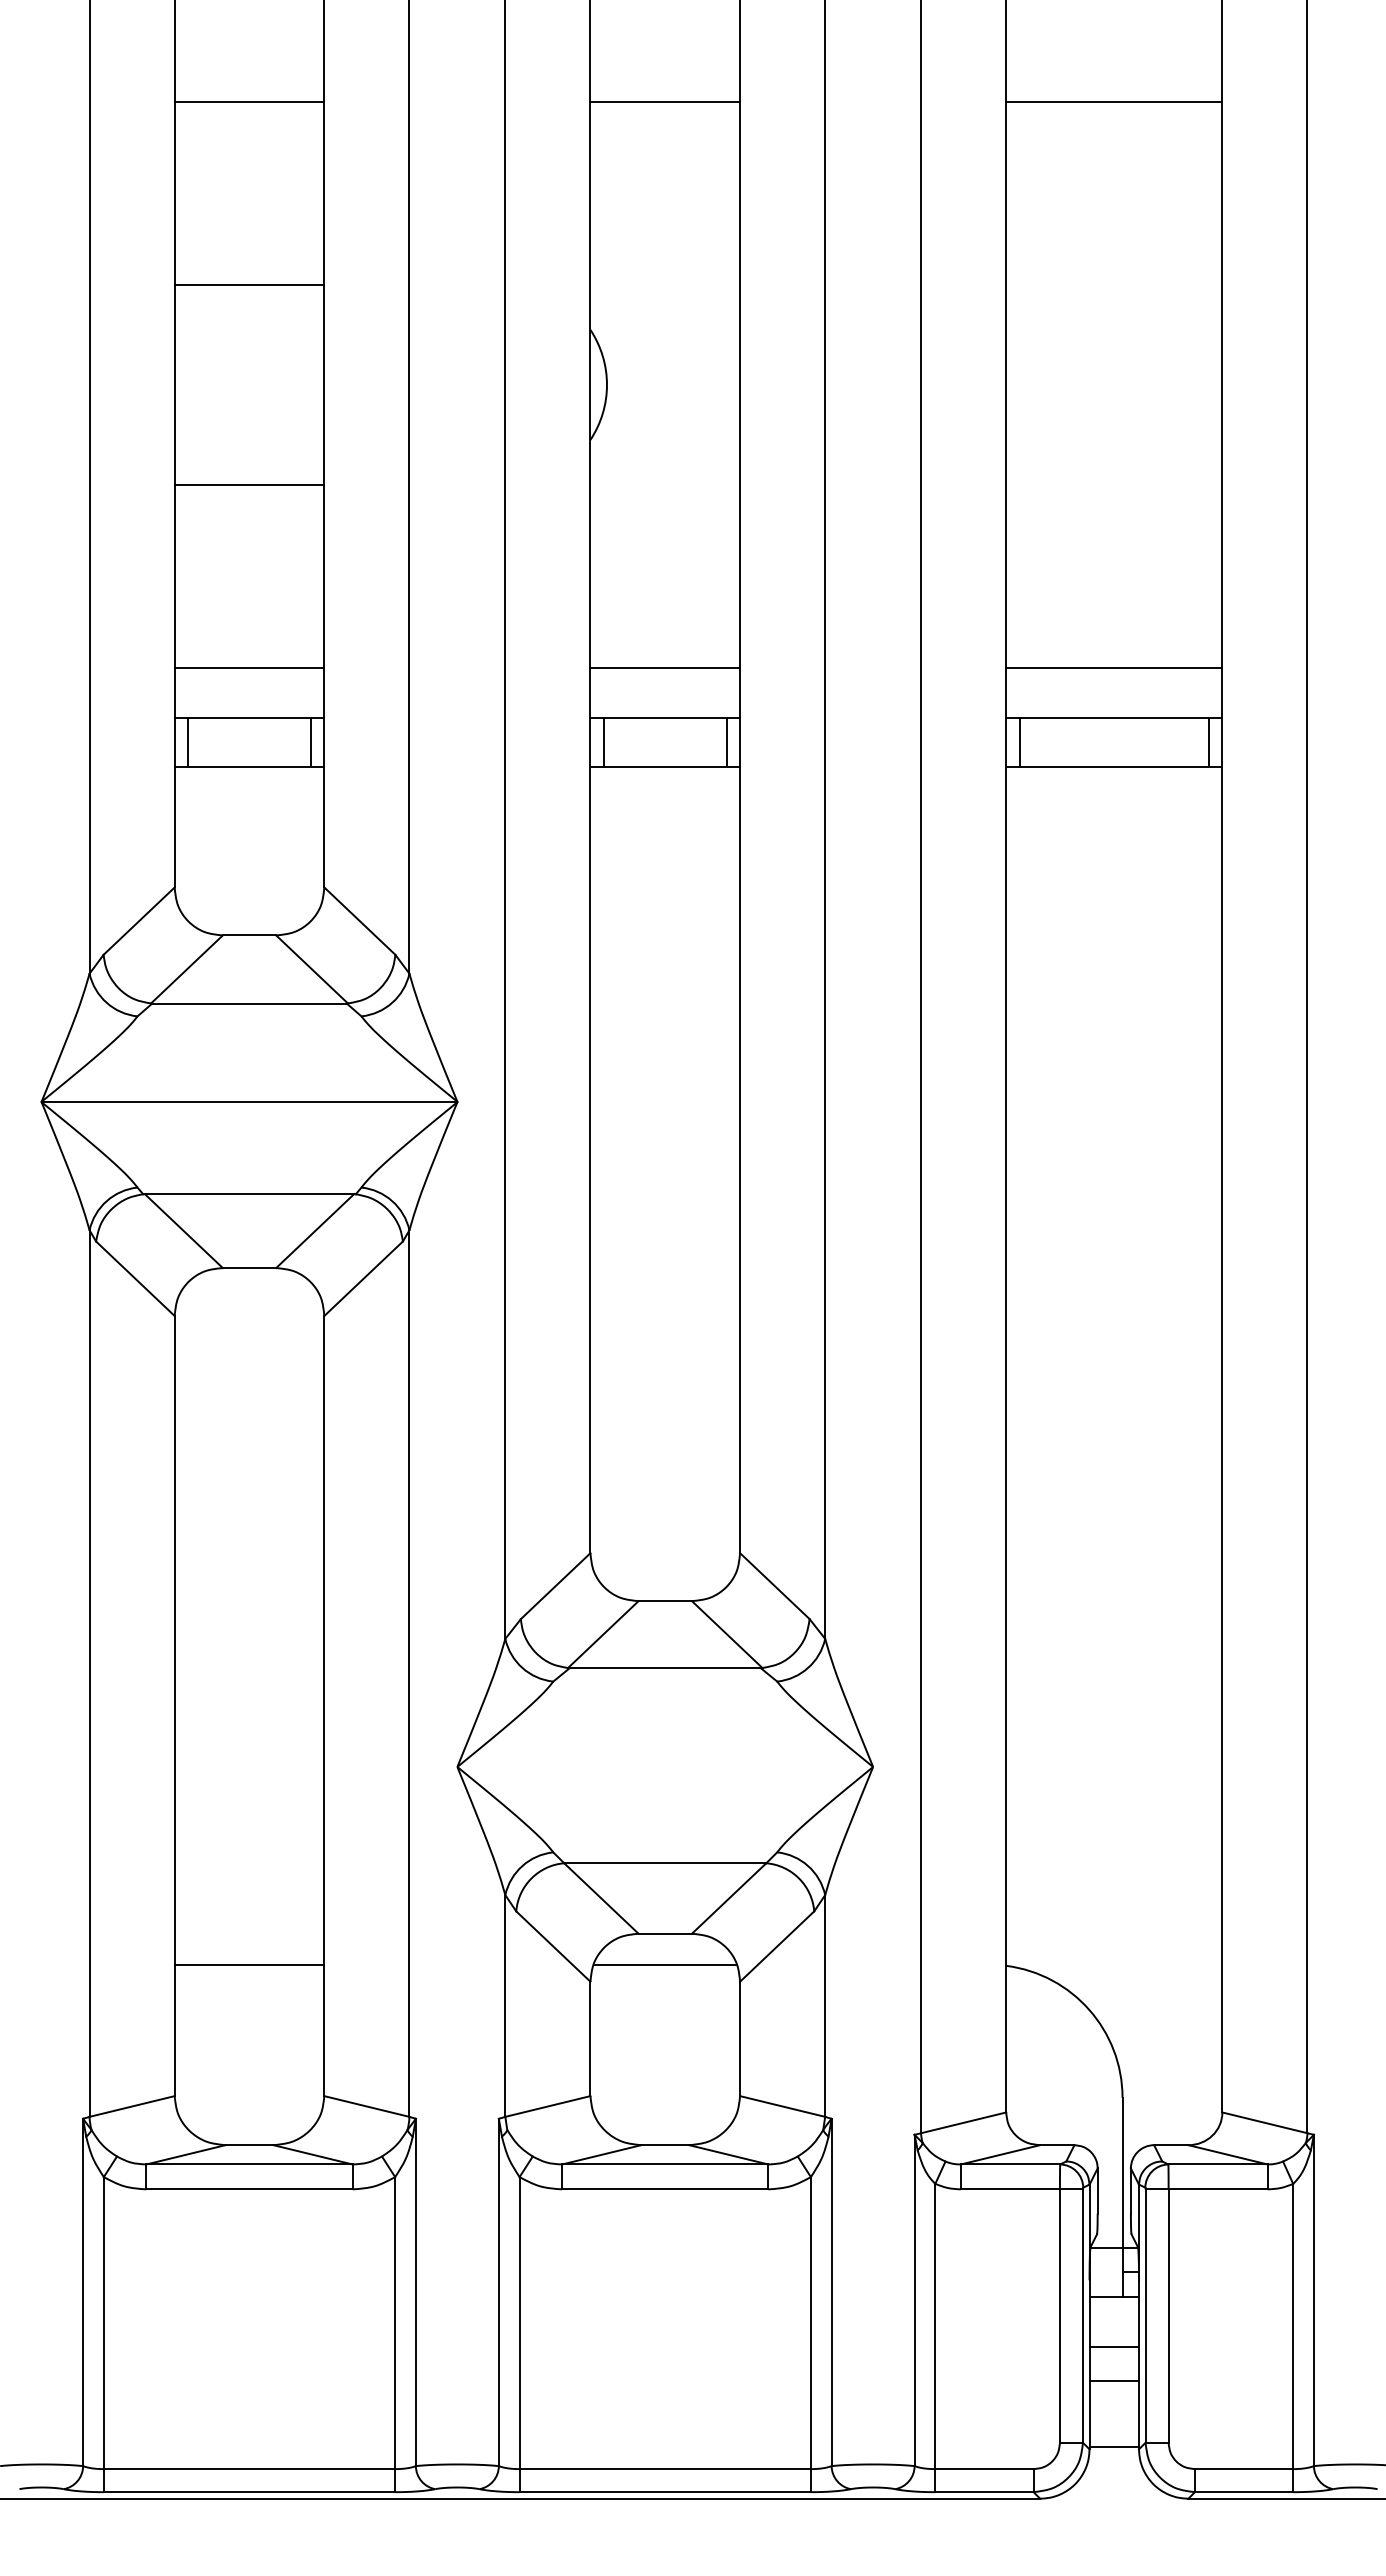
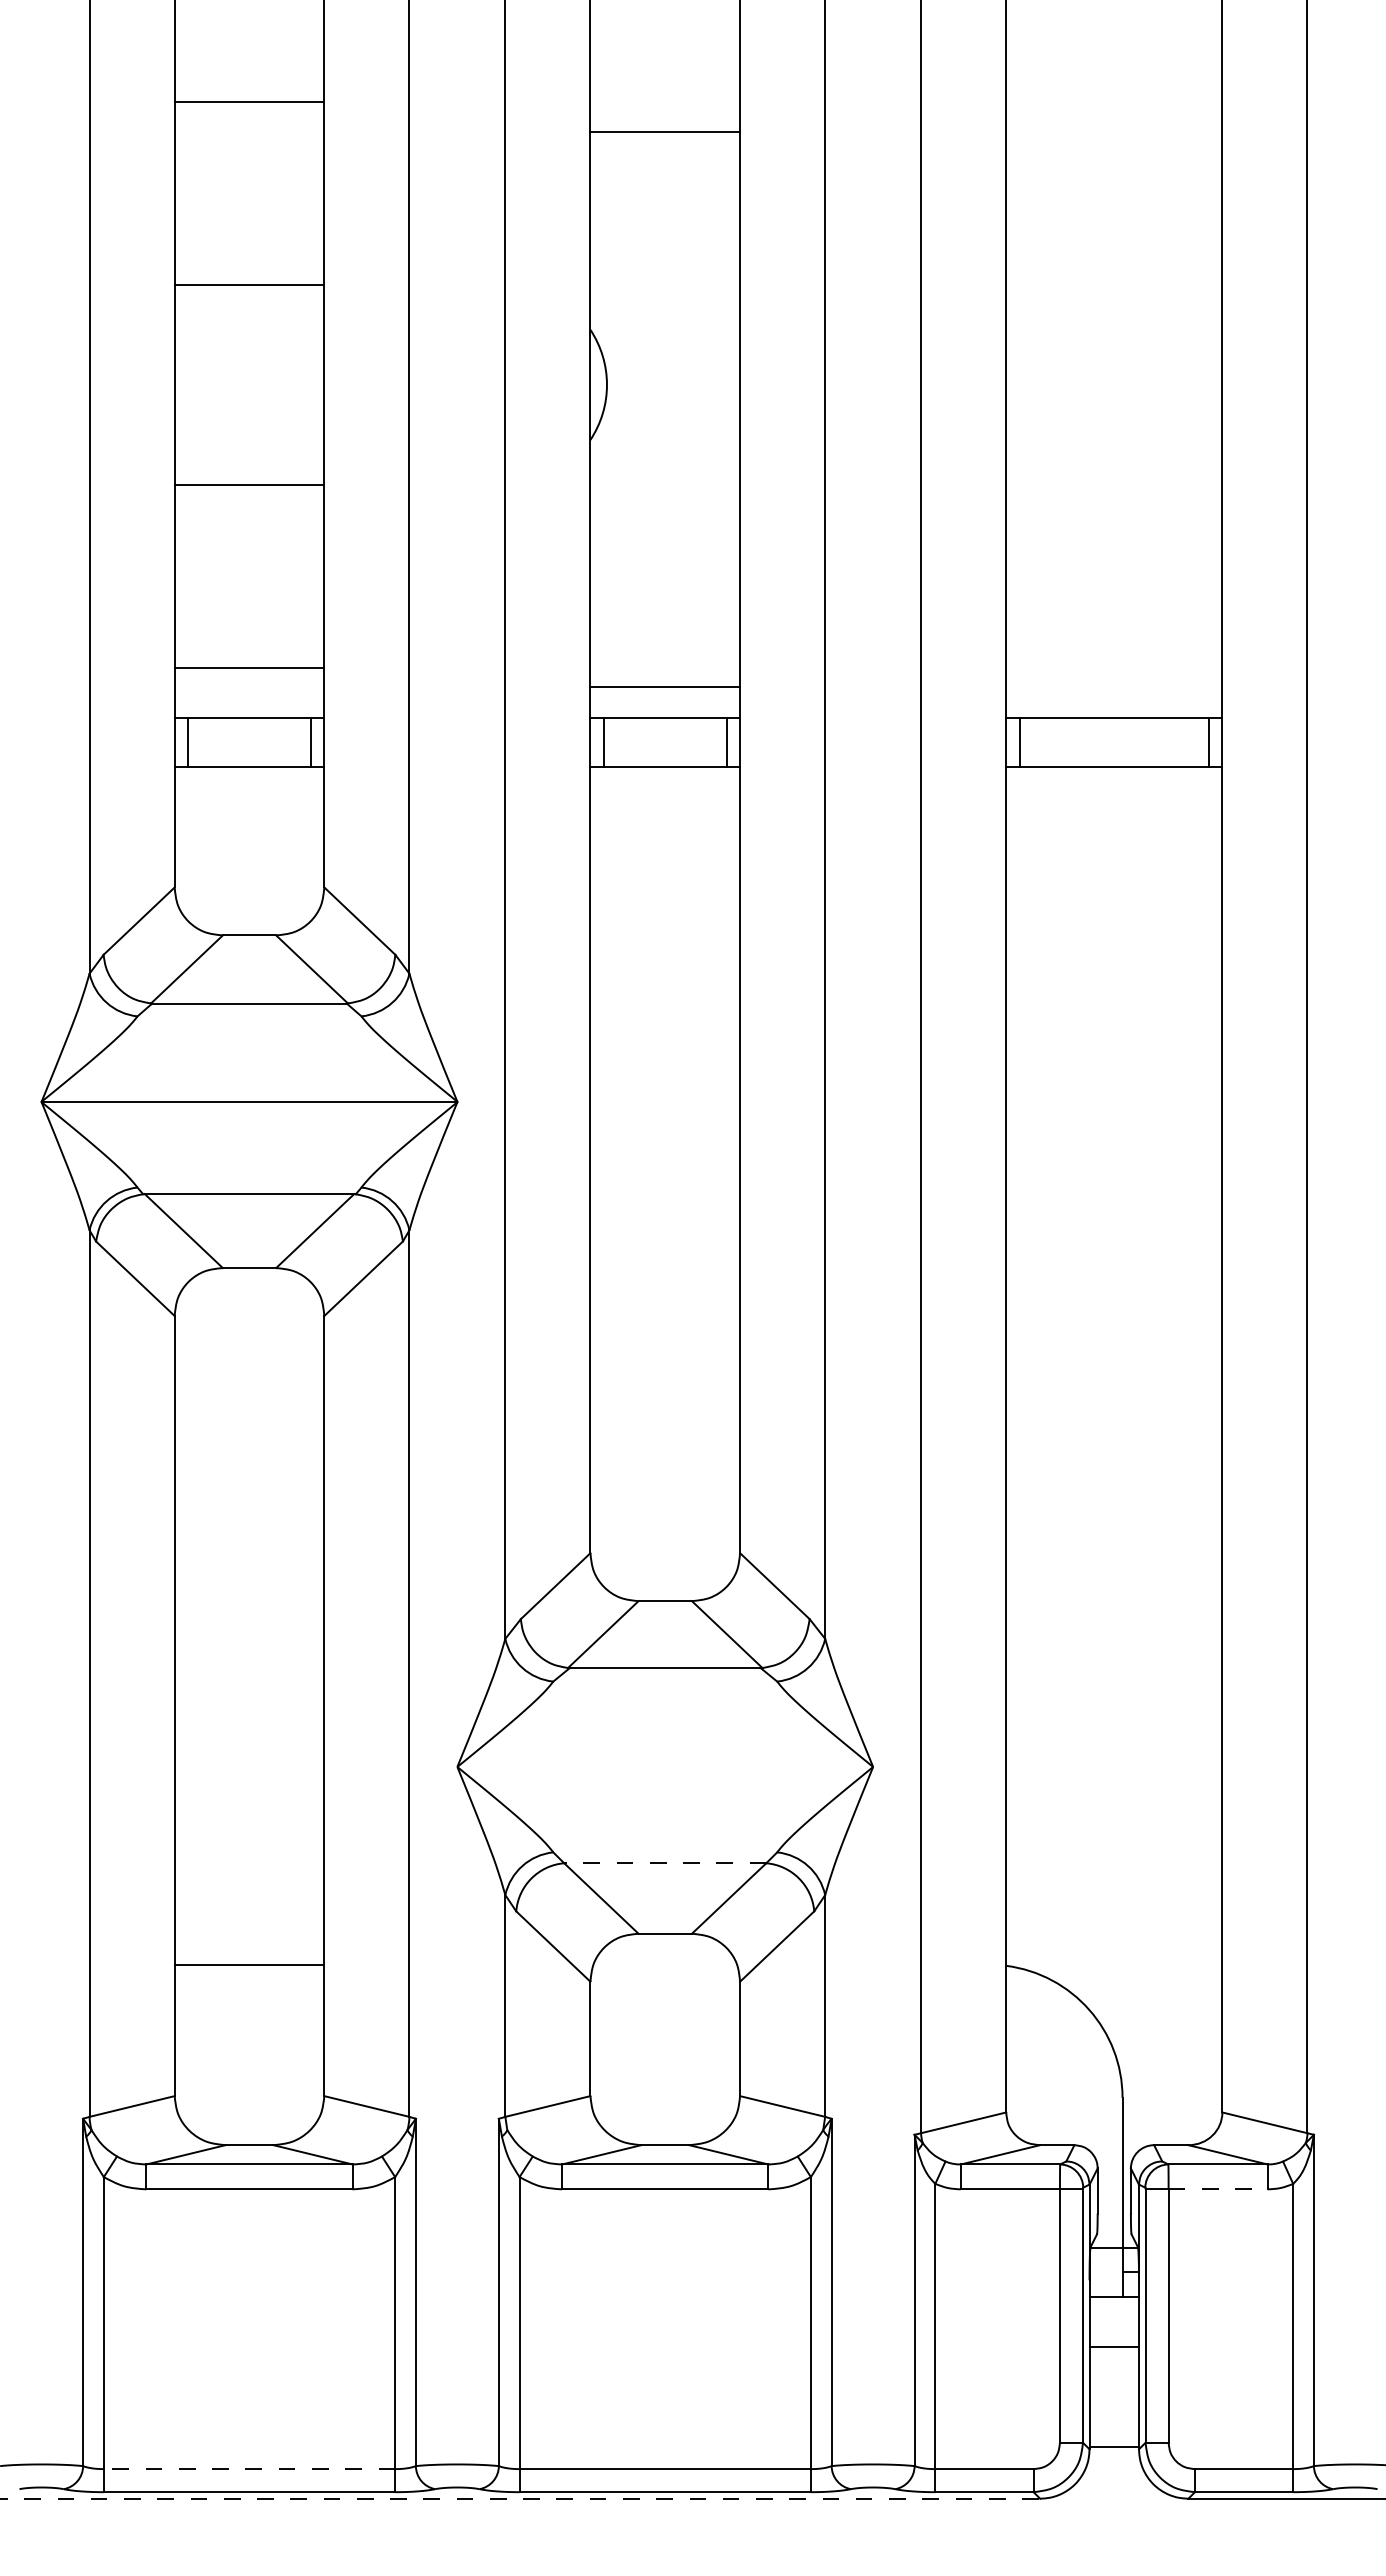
line at (665, 102) position: (665, 102) -> (665, 132)
line at (1114, 102): present -> none
line at (665, 667) position: (665, 667) -> (665, 686)
line at (1114, 667): present -> none
line at (664, 1863): solid -> dashed
line at (664, 1964): present -> none
line at (1218, 2189): solid -> dashed
line at (1114, 2380): present -> none
line at (249, 2469): solid -> dashed
line at (520, 2498): solid -> dashed
